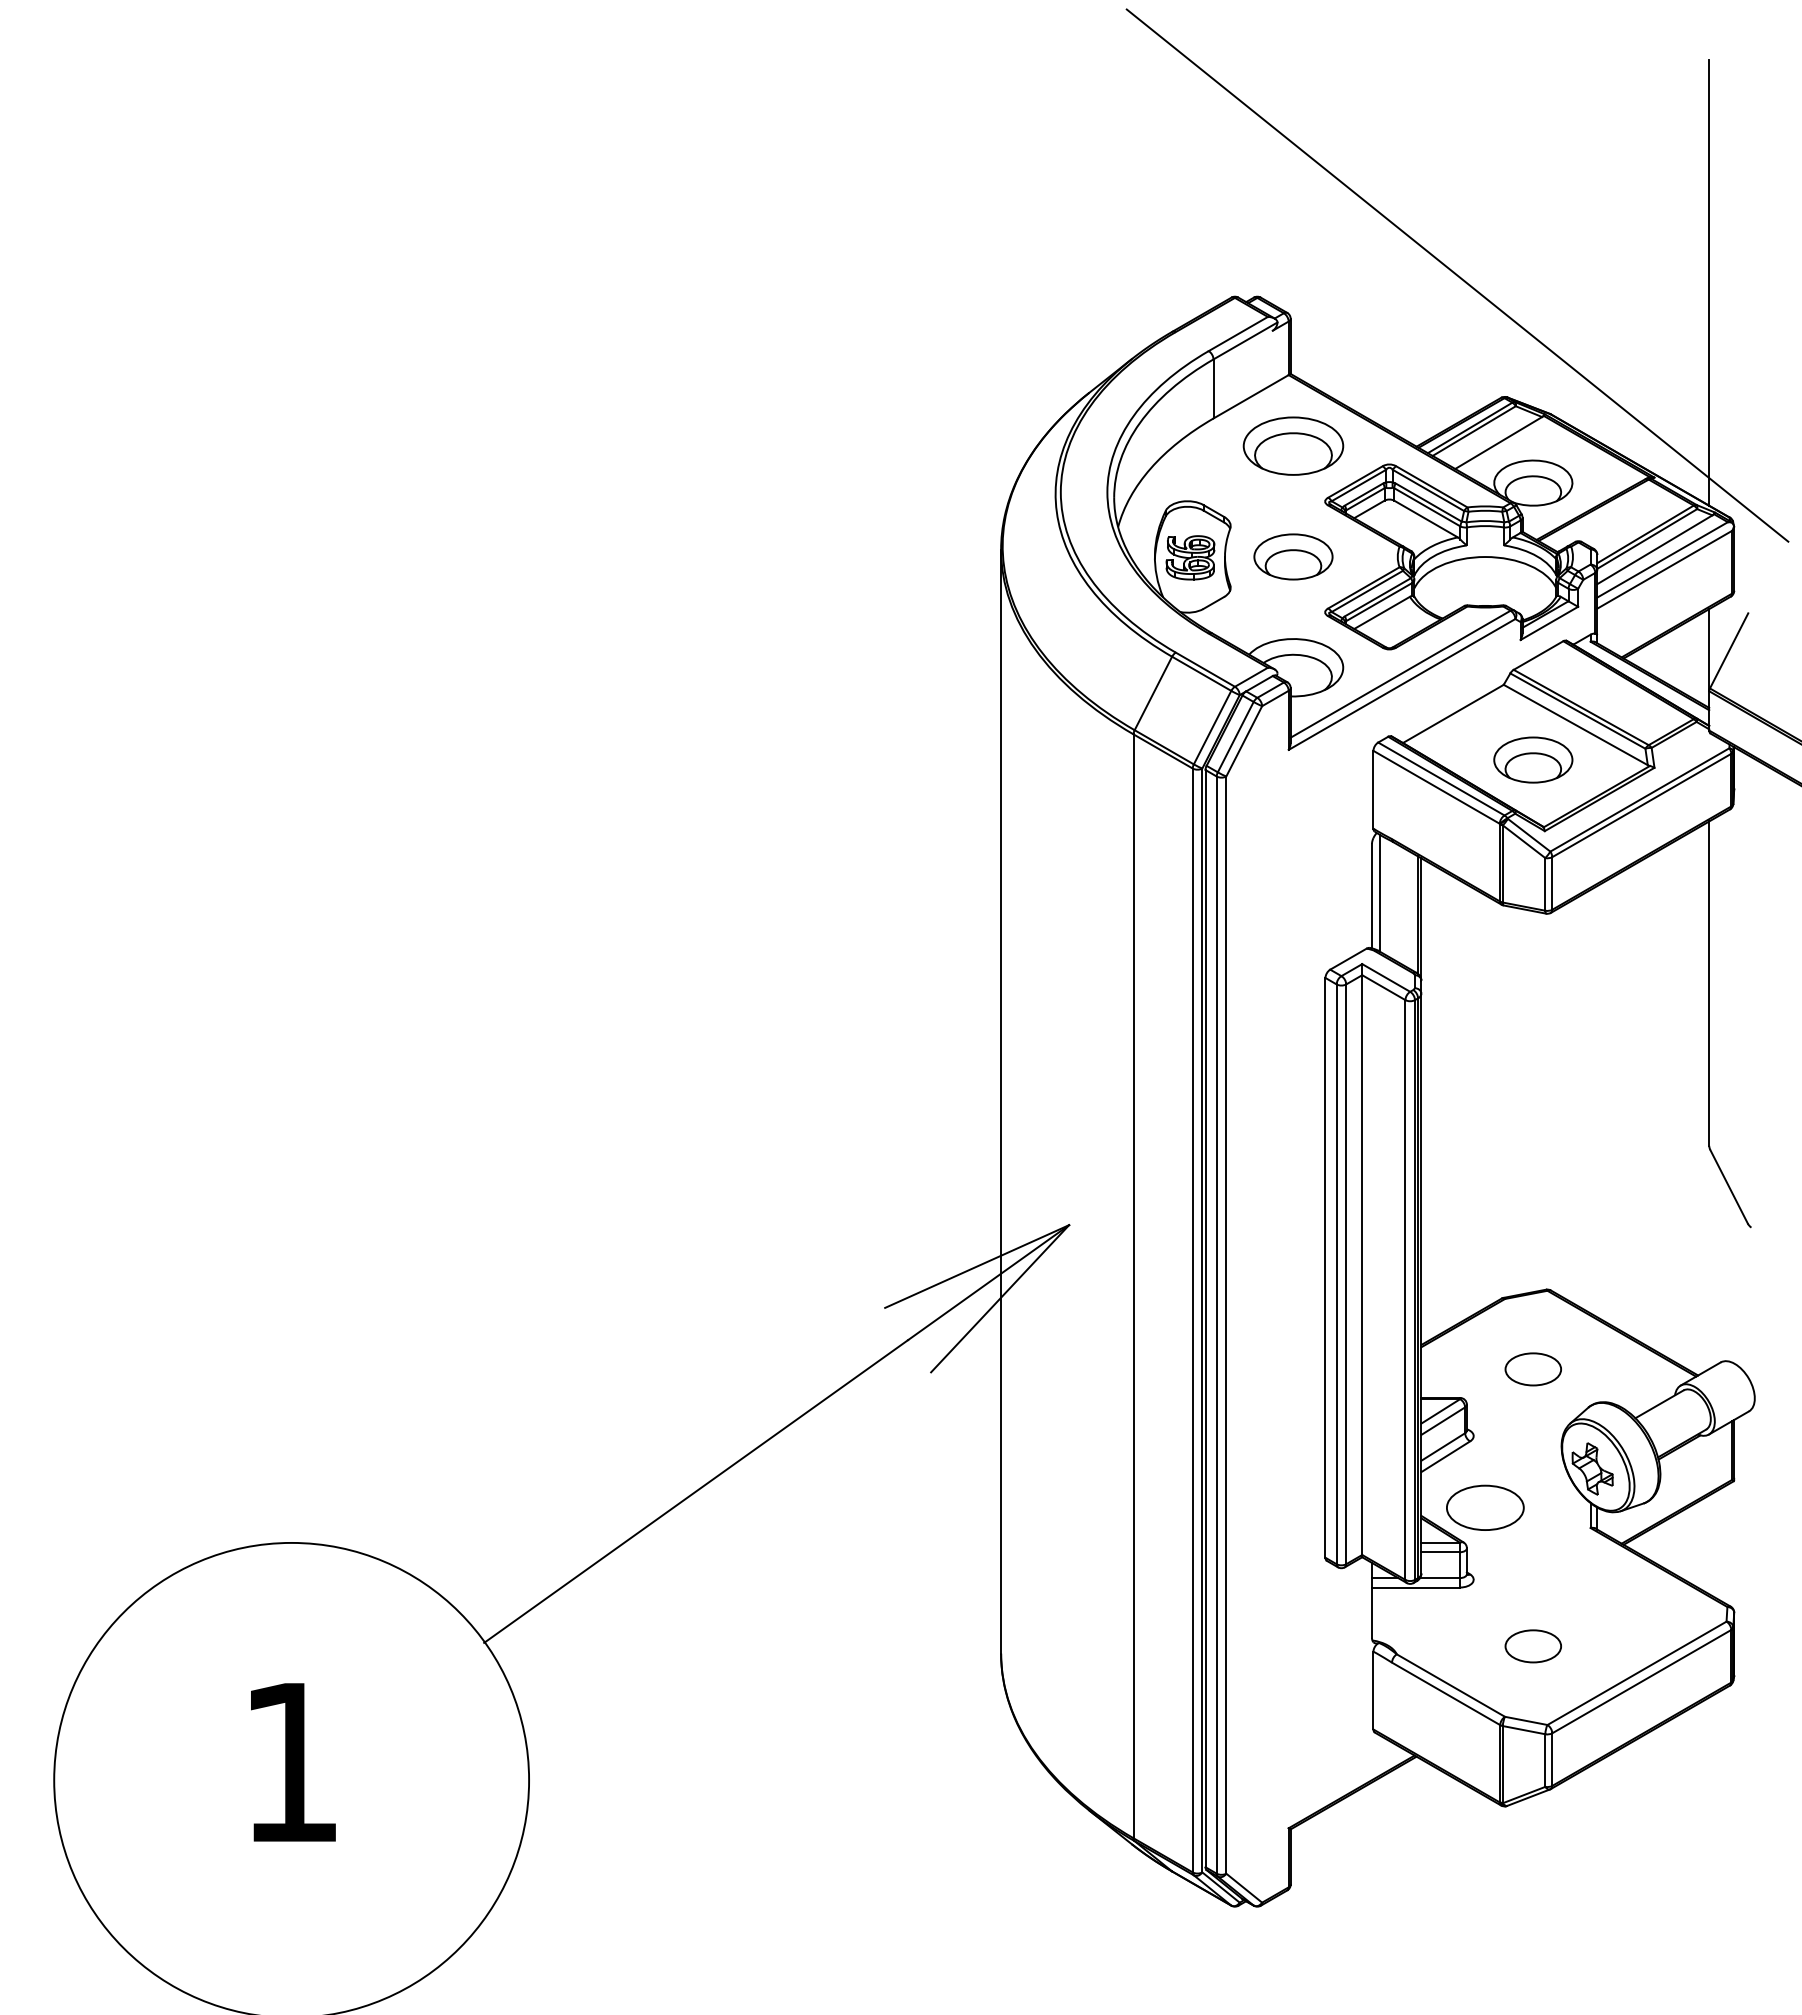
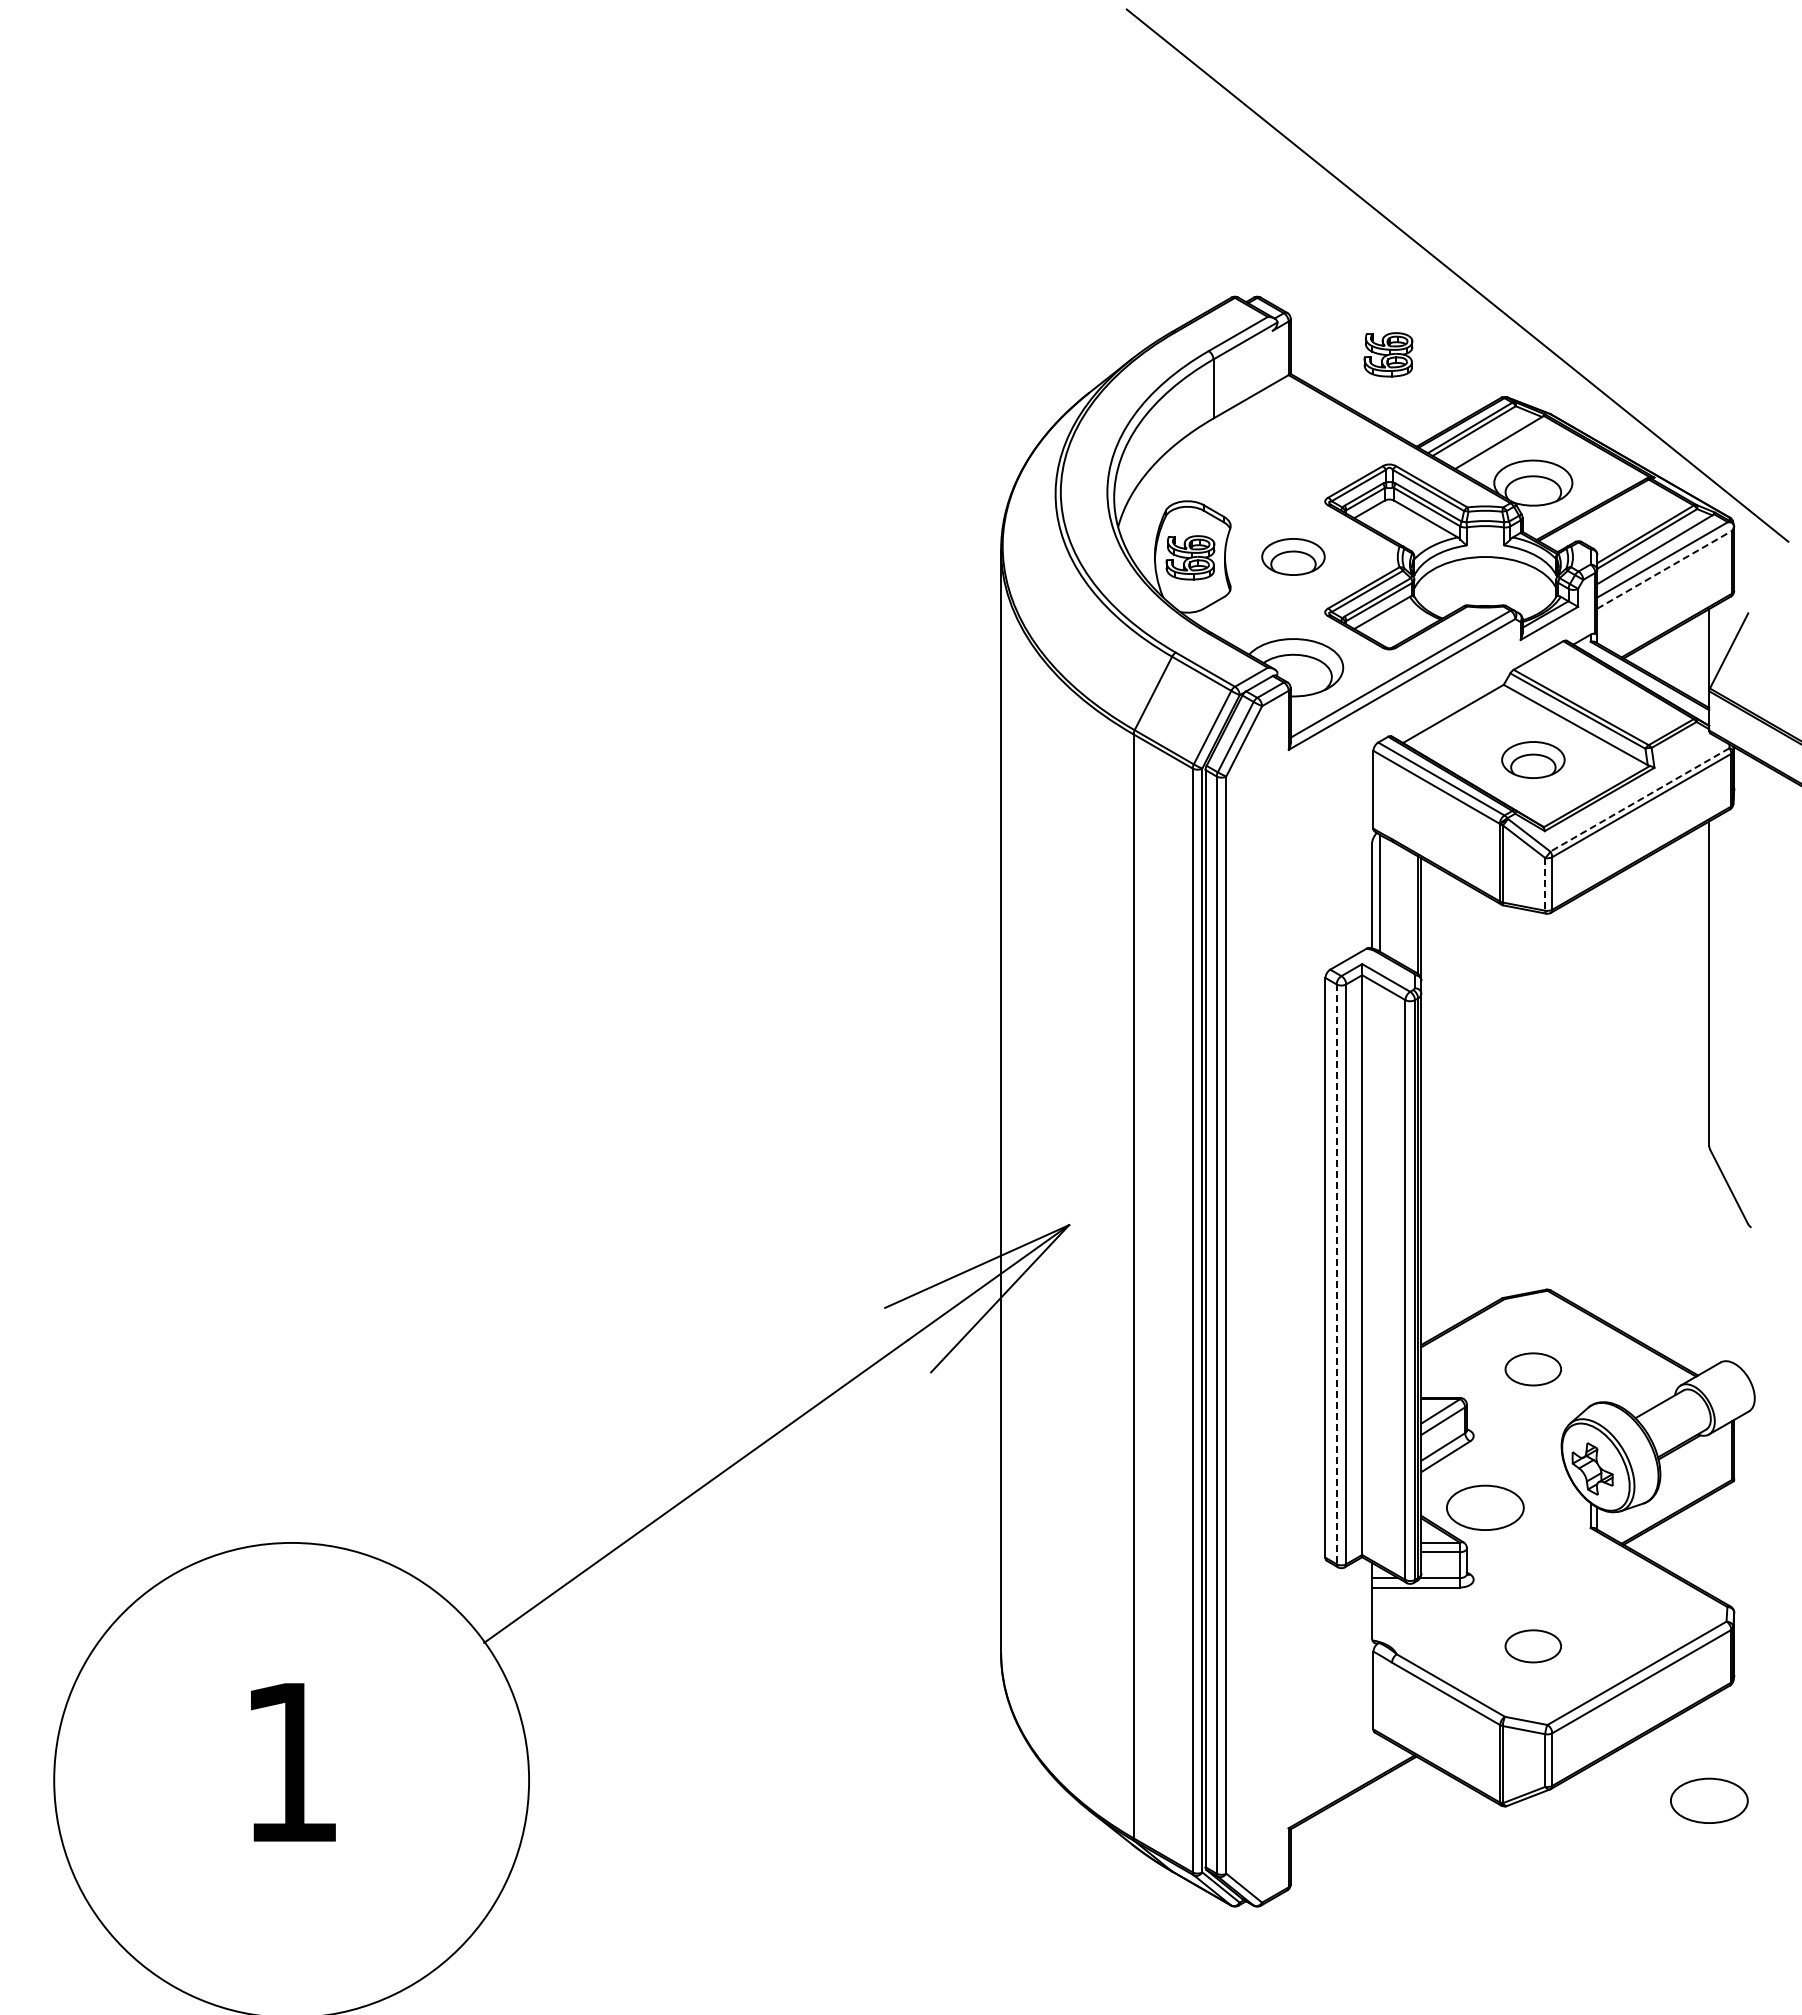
line at (1709, 282): present -> none
part at (1388, 354): none -> present
part at (1293, 445): present -> none
part at (1293, 556) size: 81x48 px -> 65x38 px
line at (1664, 569): solid -> dashed
part at (1533, 759) size: 81x48 px -> 65x38 px
line at (1639, 800): solid -> dashed
line at (1545, 884): solid -> dashed
line at (1336, 1274): solid -> dashed
part at (1709, 1800): none -> present
